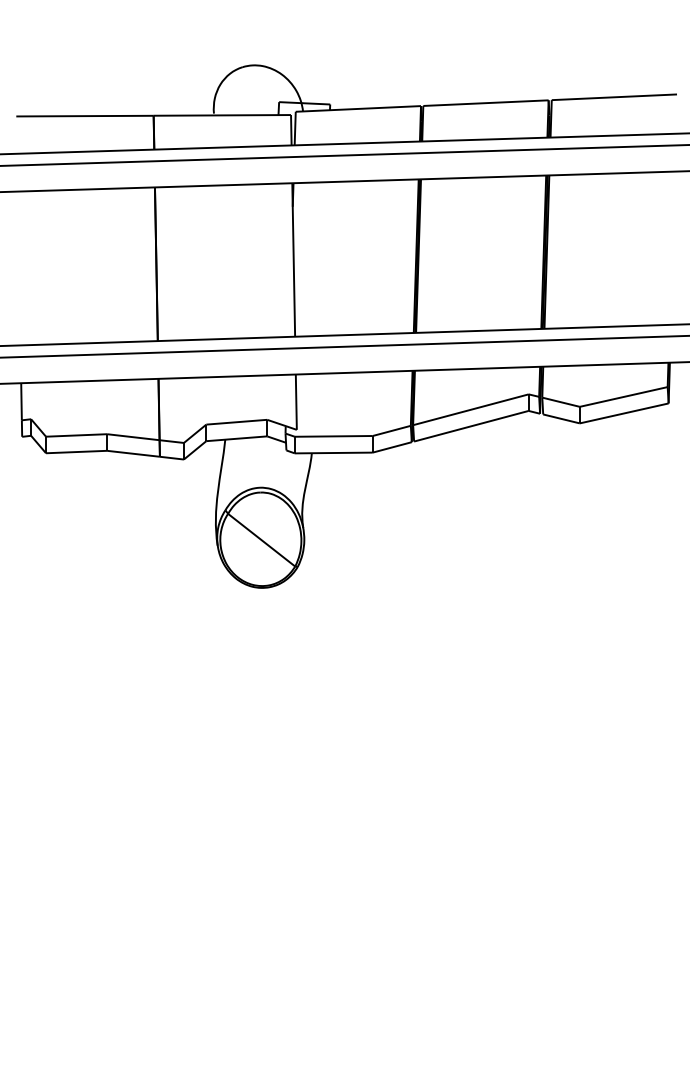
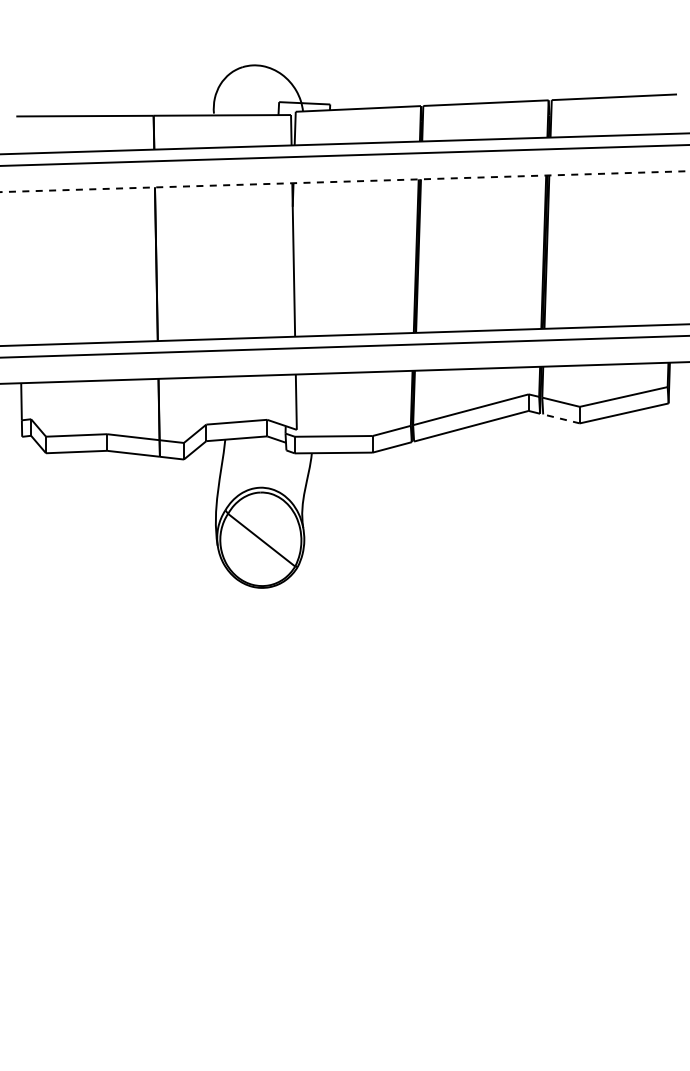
line at (345, 181): solid -> dashed
line at (561, 418): solid -> dashed
